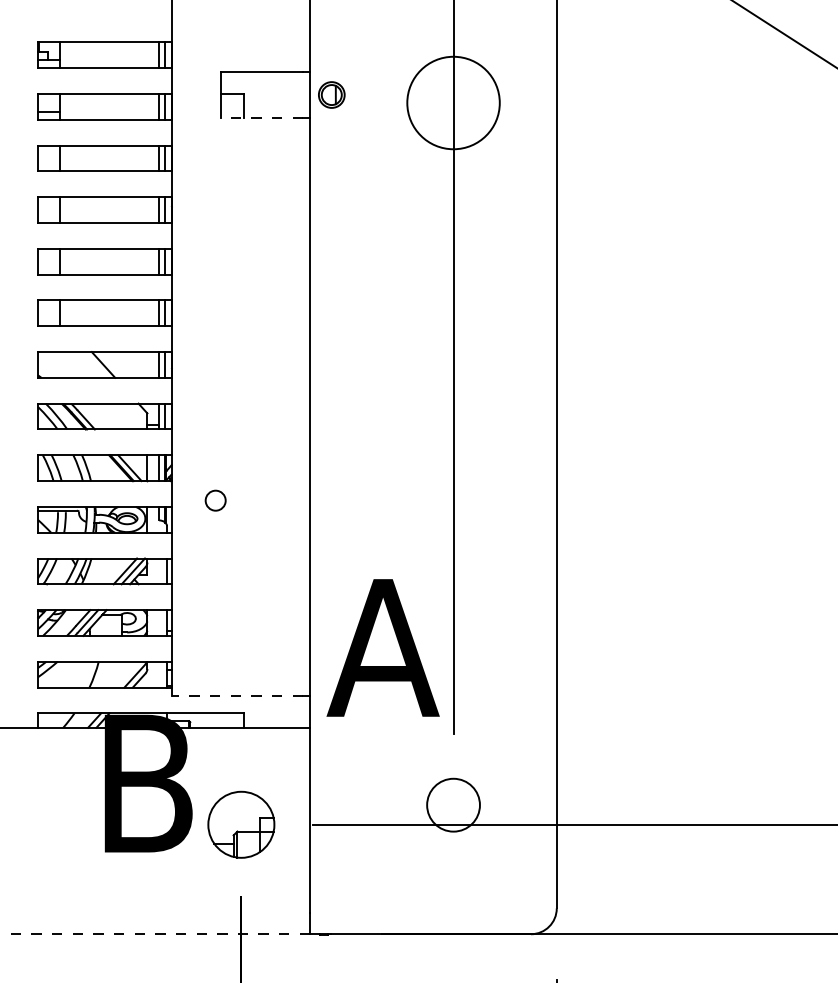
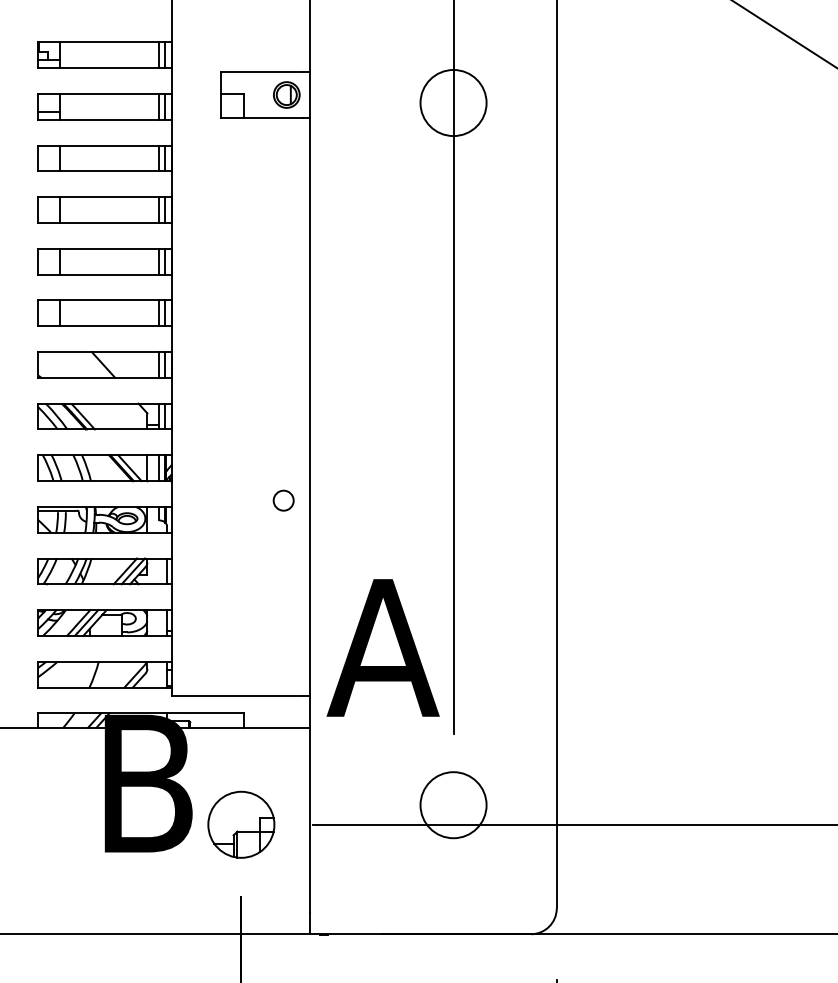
part at (331, 94) position: (331, 94) -> (286, 94)
circle at (453, 102) diameter: 92 px -> 66 px
line at (261, 118): dashed -> solid
circle at (215, 500) position: (215, 500) -> (283, 500)
line at (237, 695): dashed -> solid
circle at (453, 804) diameter: 53 px -> 66 px
line at (155, 934): dashed -> solid
